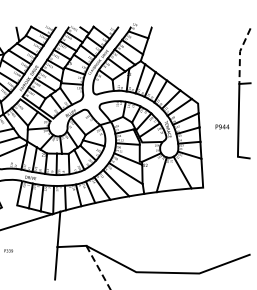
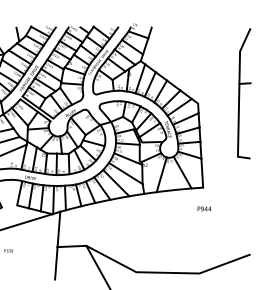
line at (240, 54): dashed -> solid
text at (222, 126) position: (222, 126) -> (204, 208)
line at (98, 267): dashed -> solid
